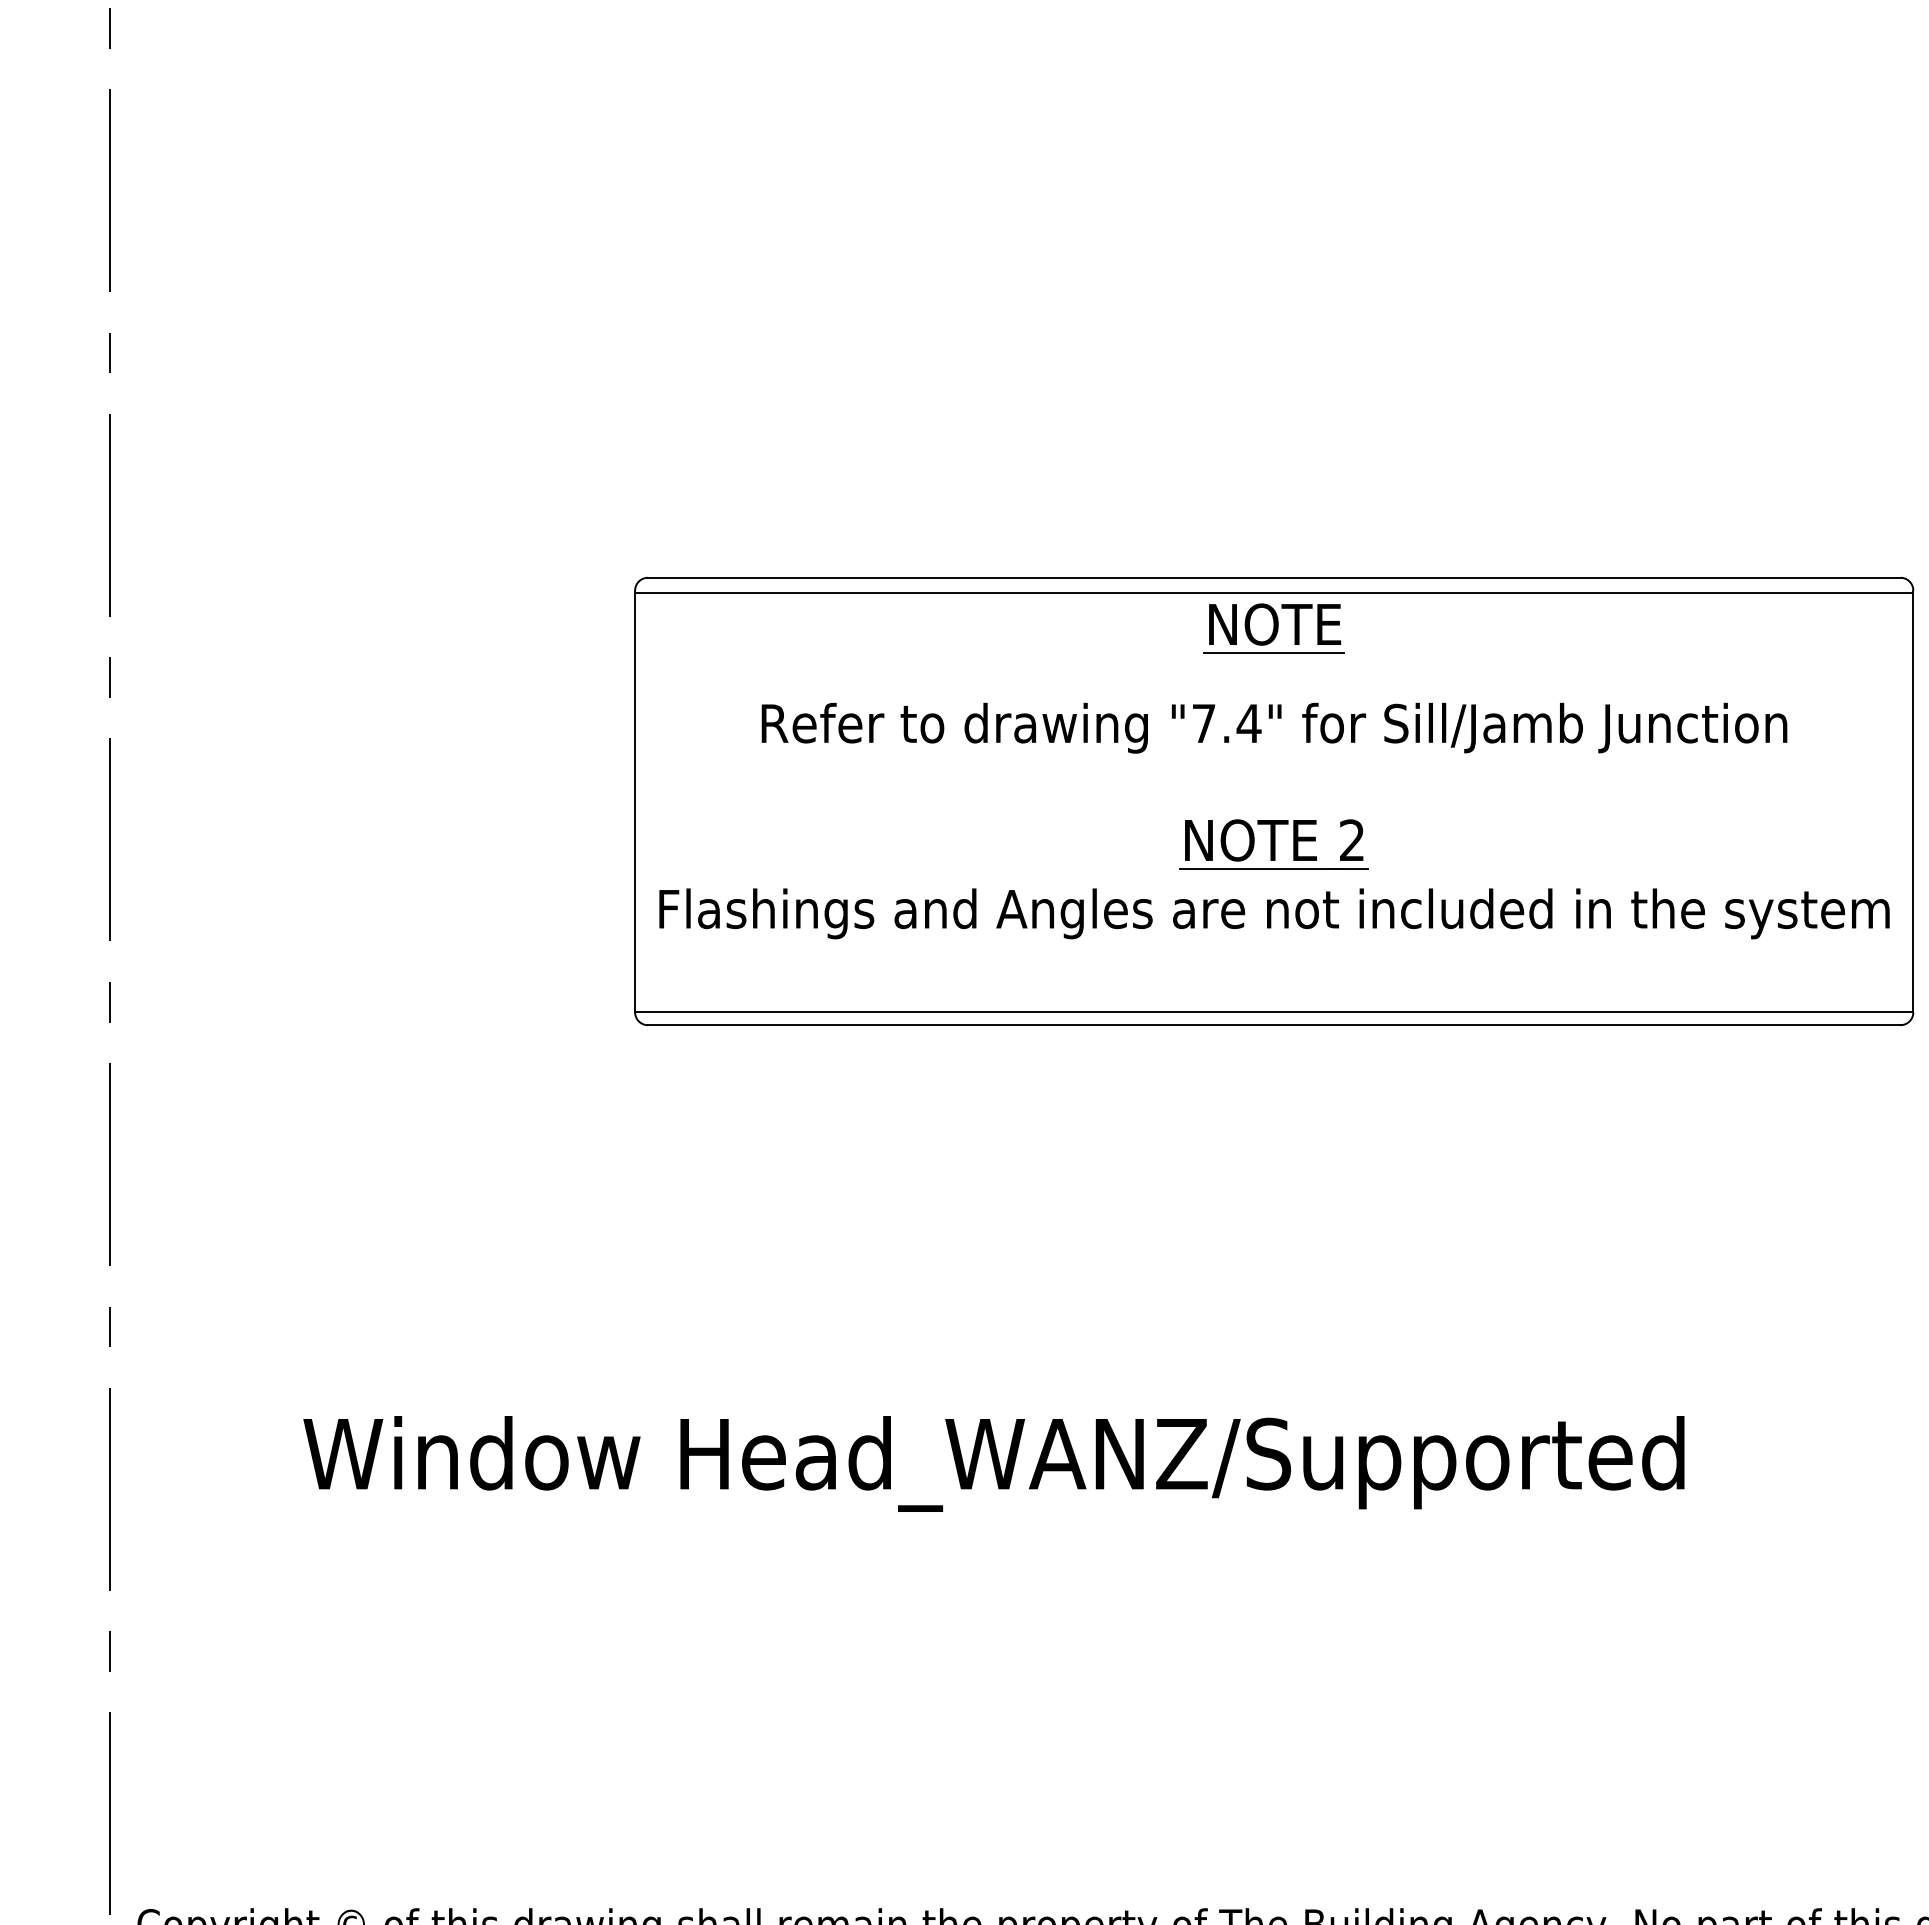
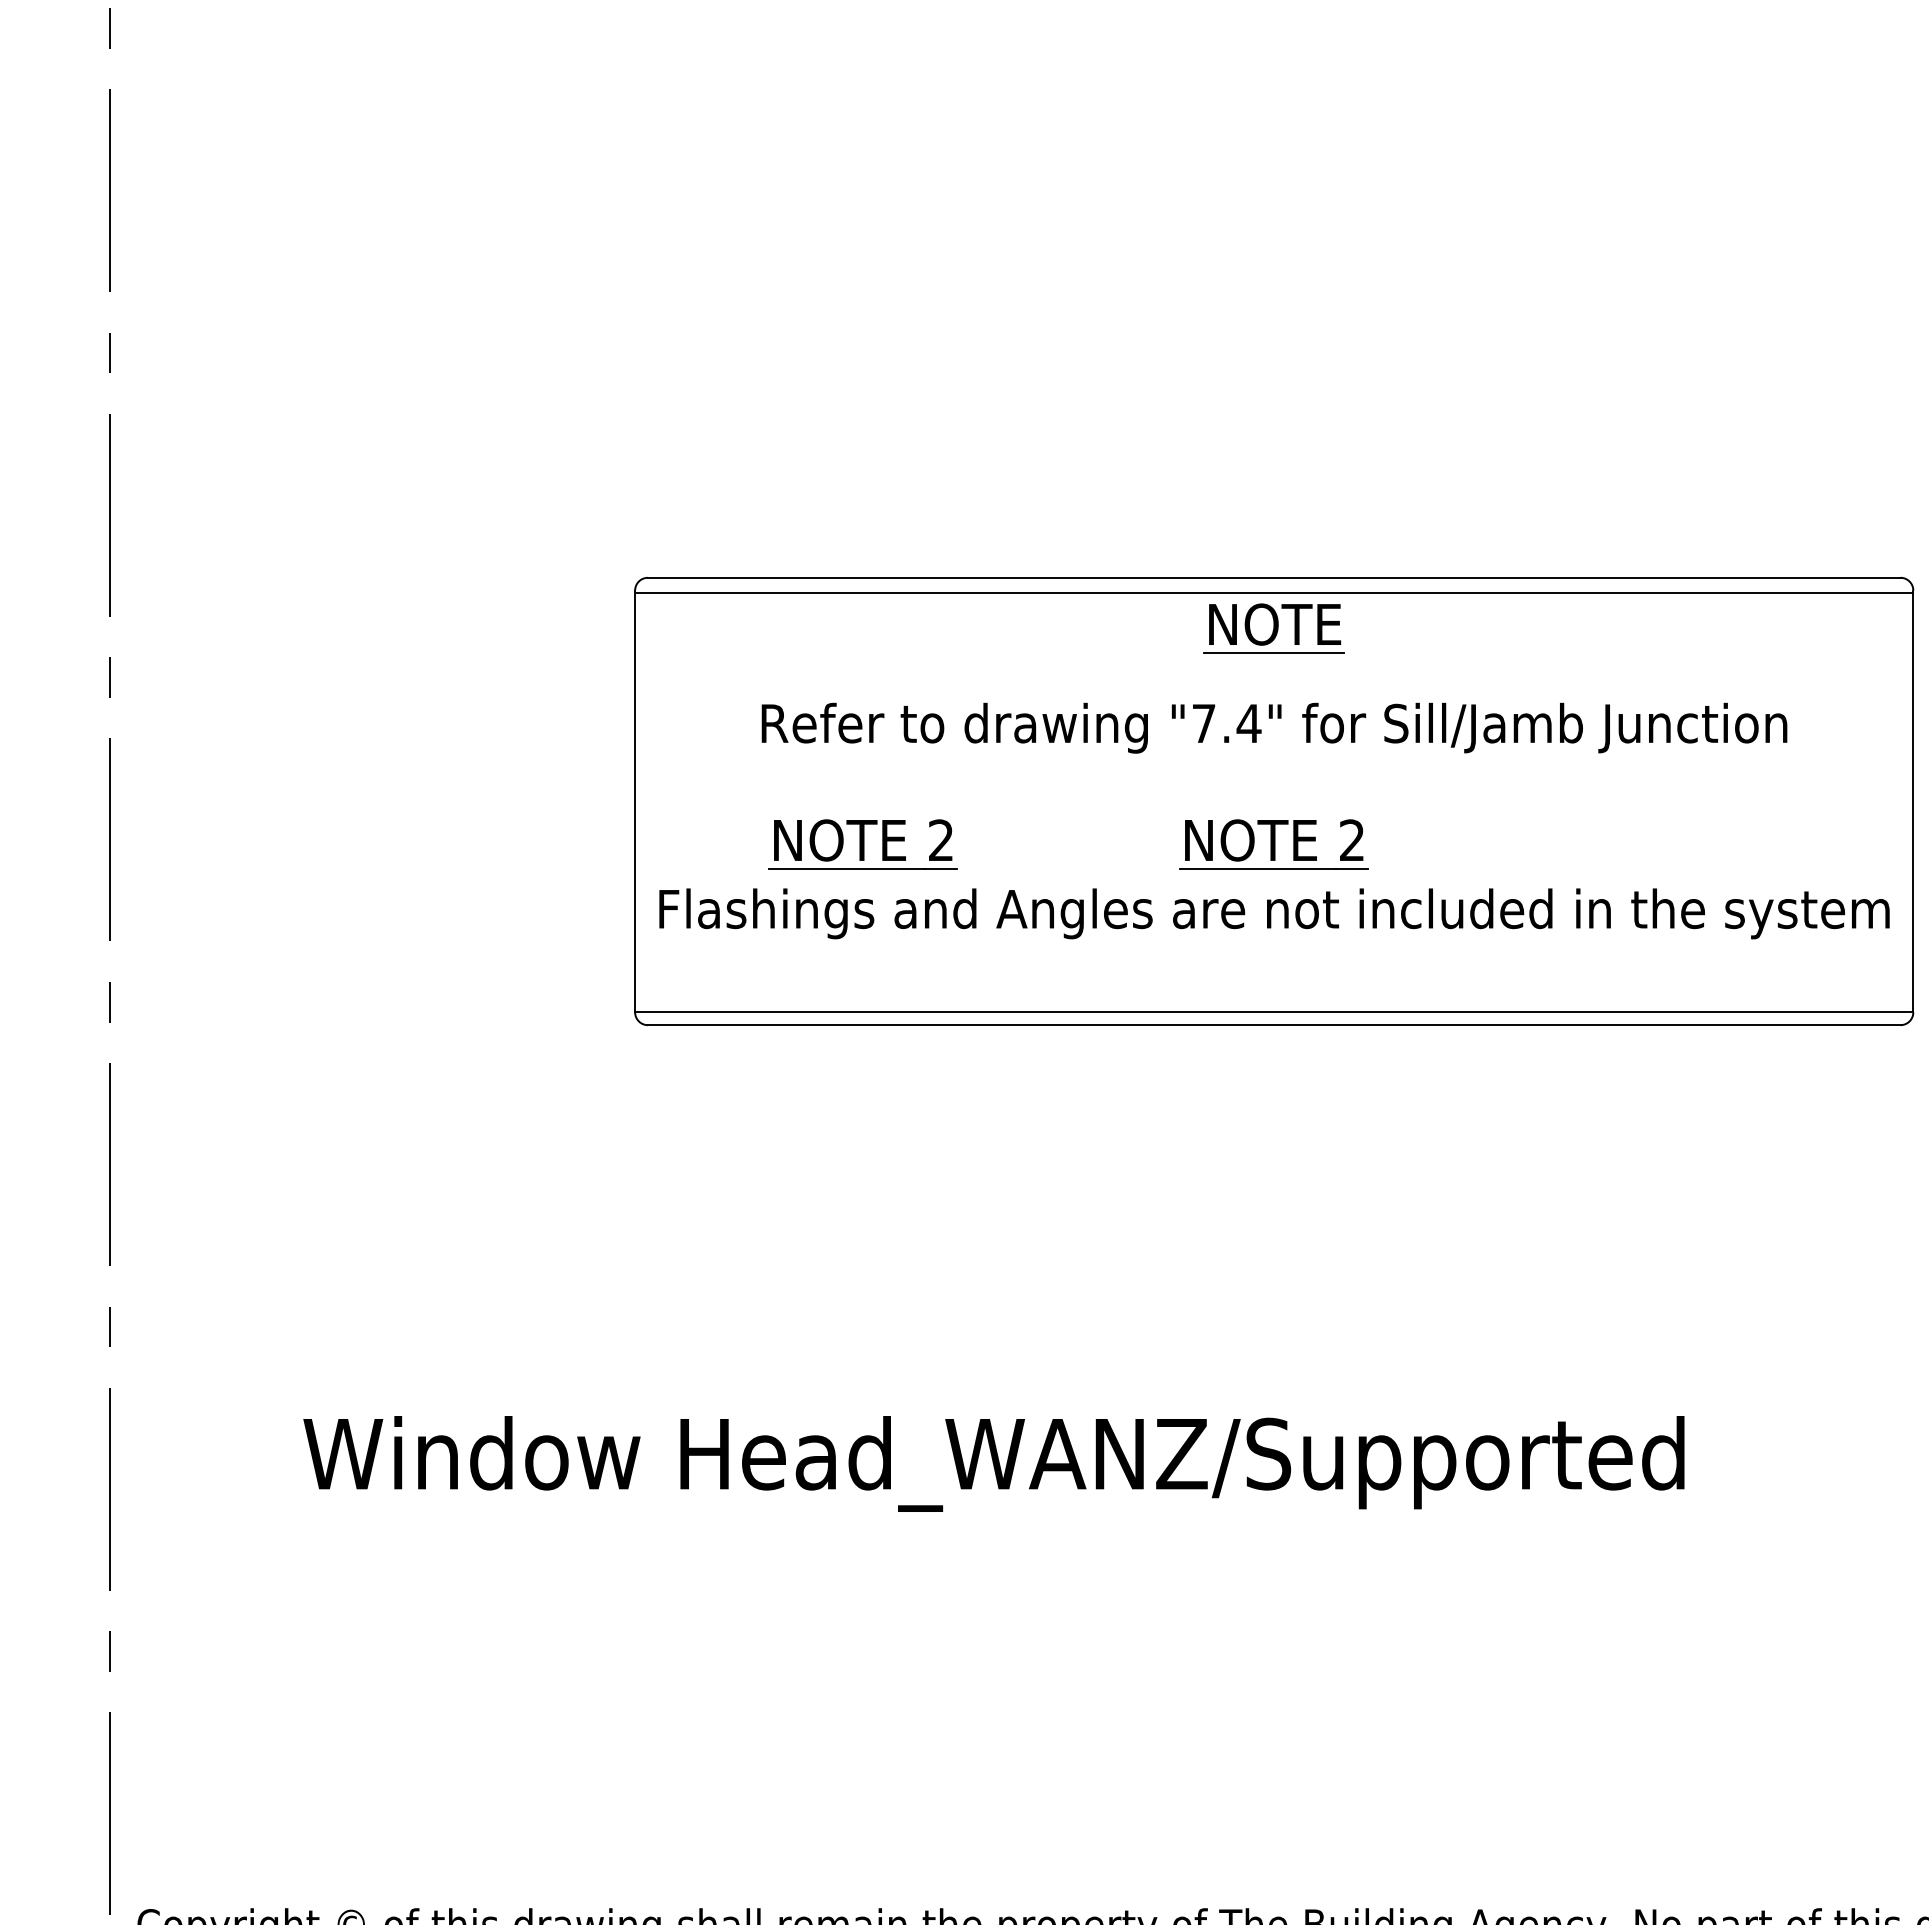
part at (862, 844): none -> present
